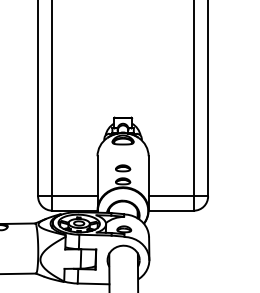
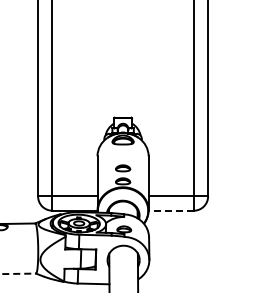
line at (171, 210): solid -> dashed
line at (18, 273): solid -> dashed
